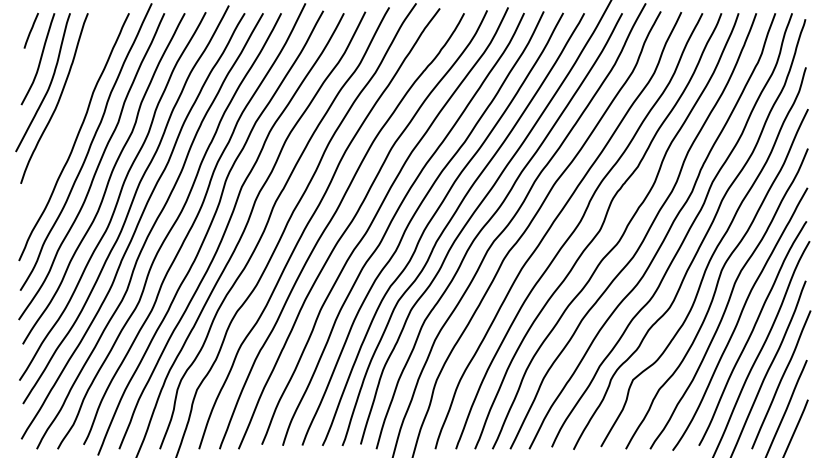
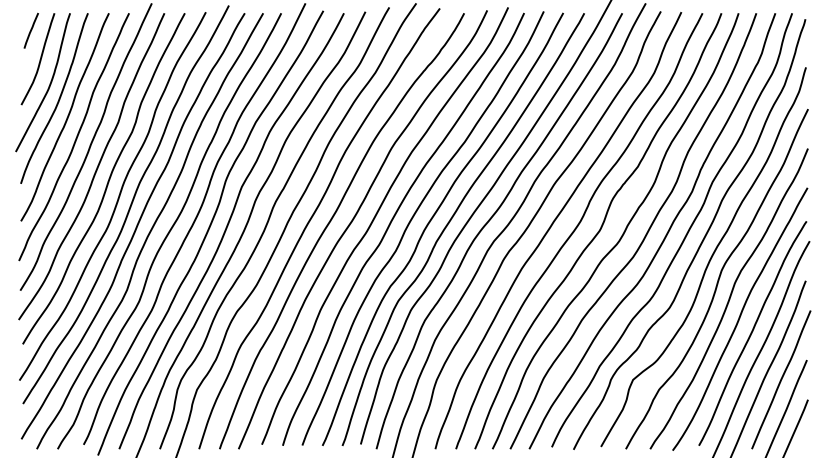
curve at (66, 117): none -> present
